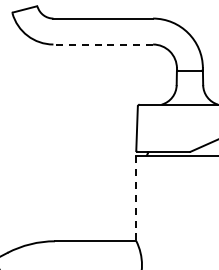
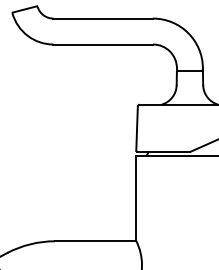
line at (103, 44): dashed -> solid
line at (136, 199): dashed -> solid
